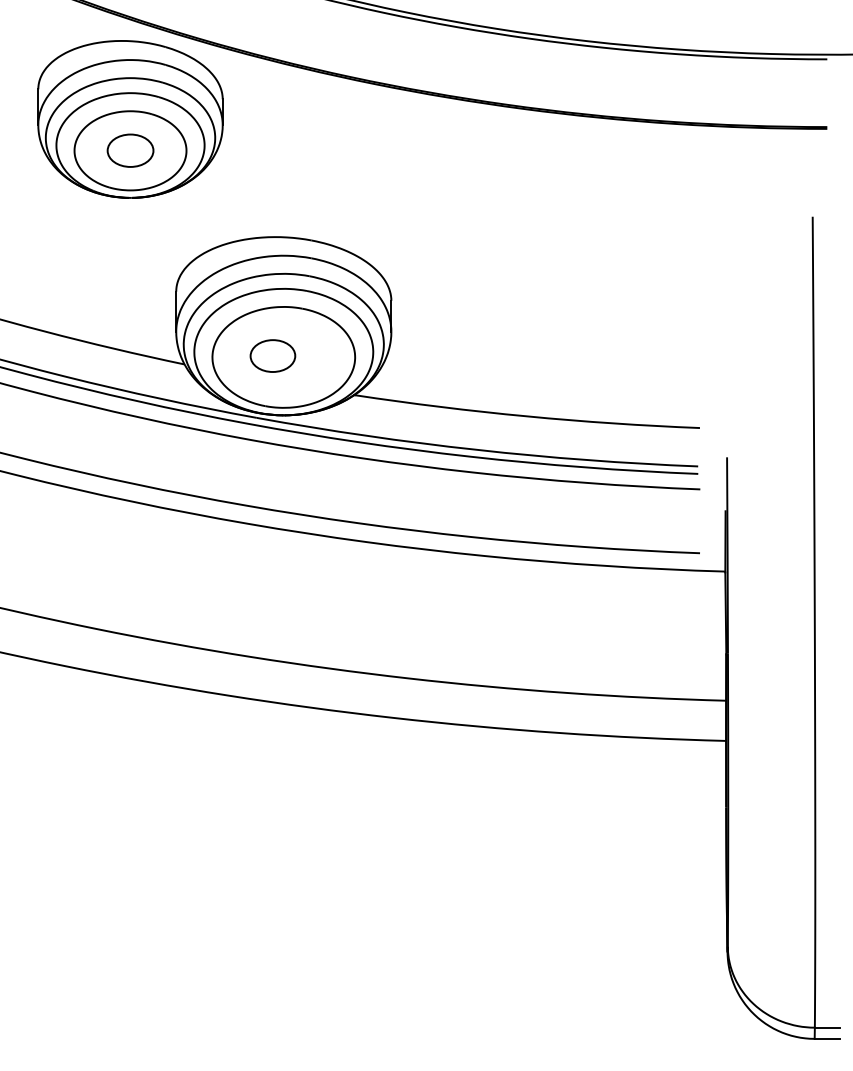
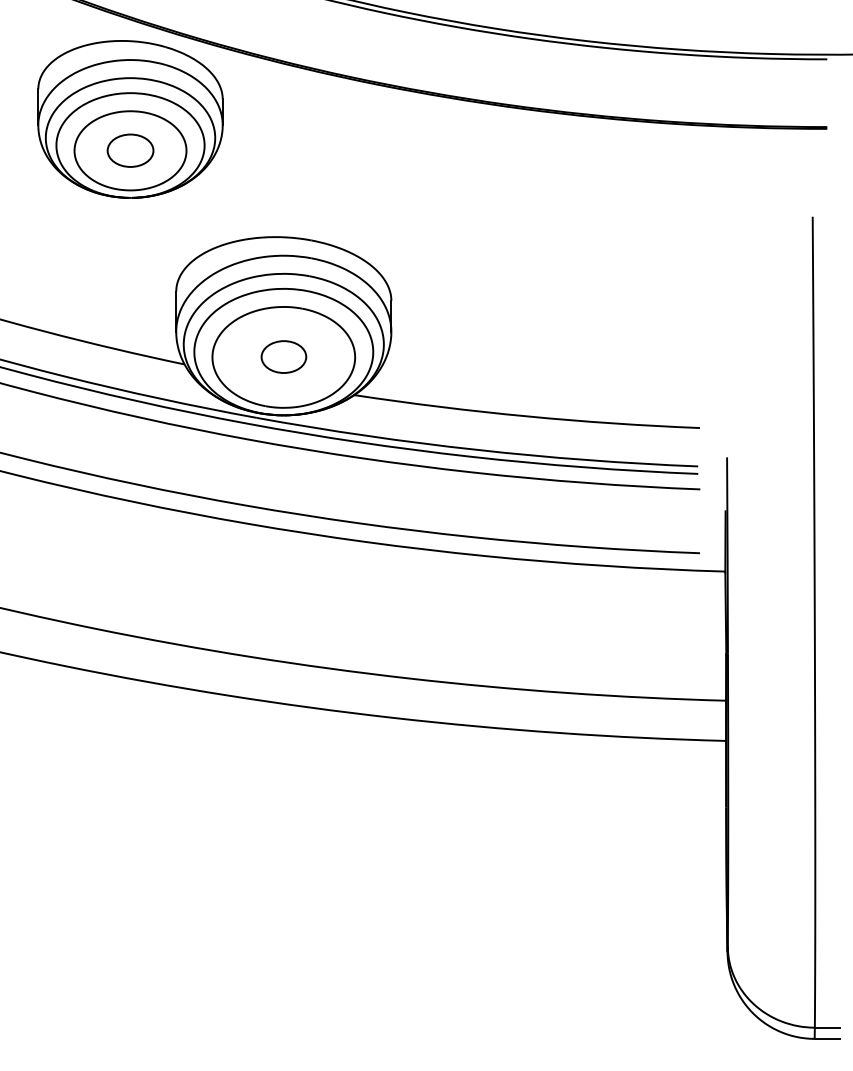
part at (272, 355) position: (272, 355) -> (283, 356)
